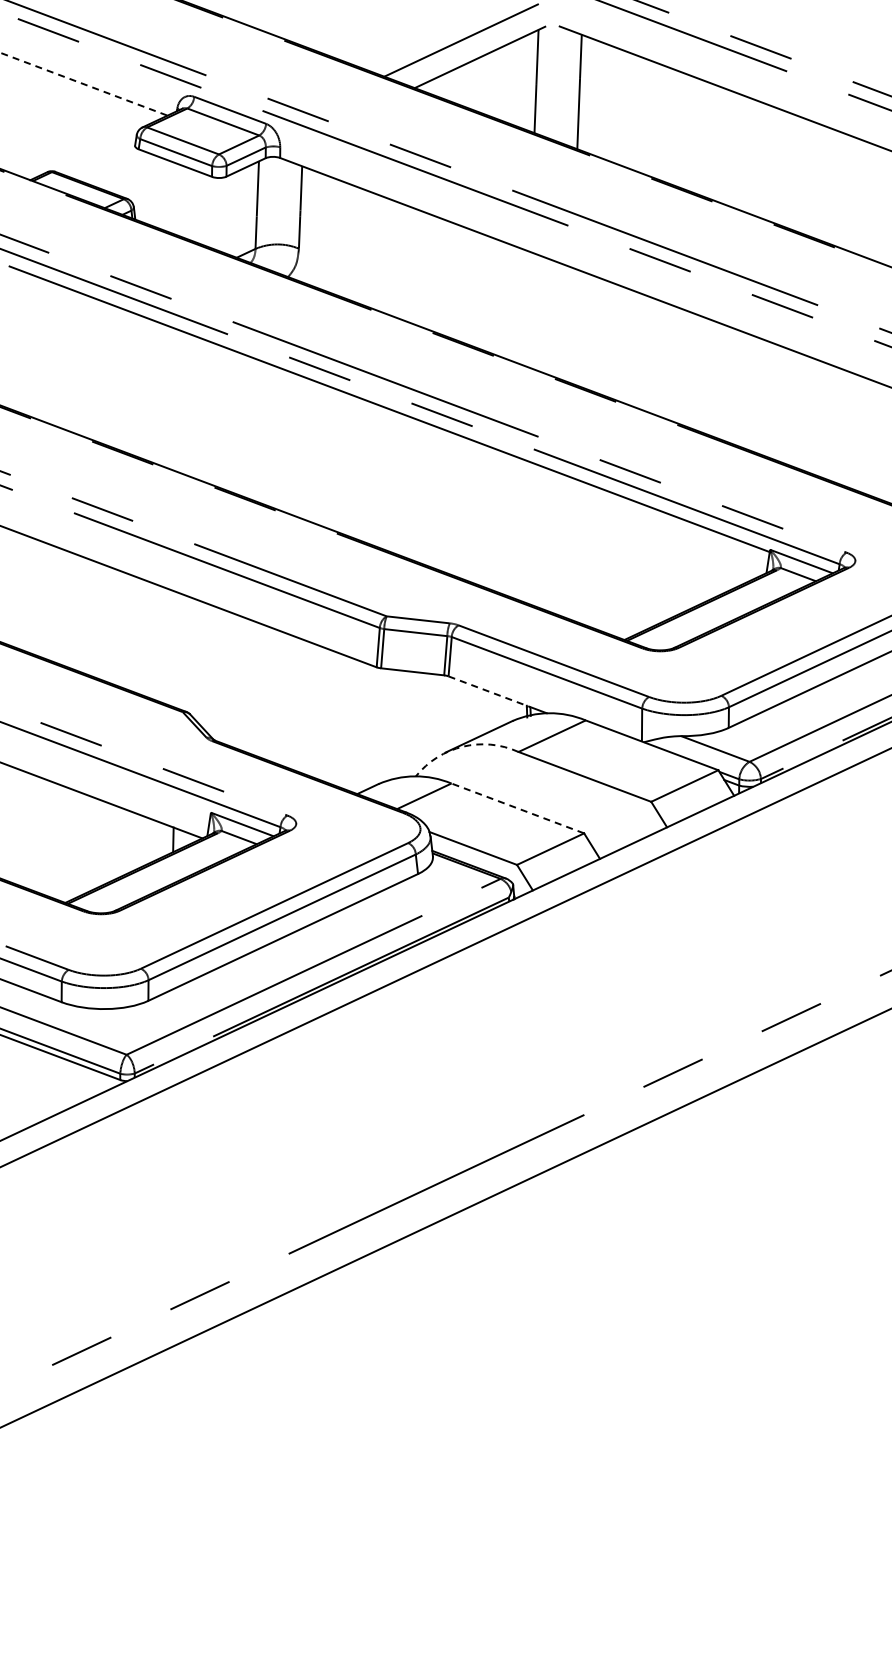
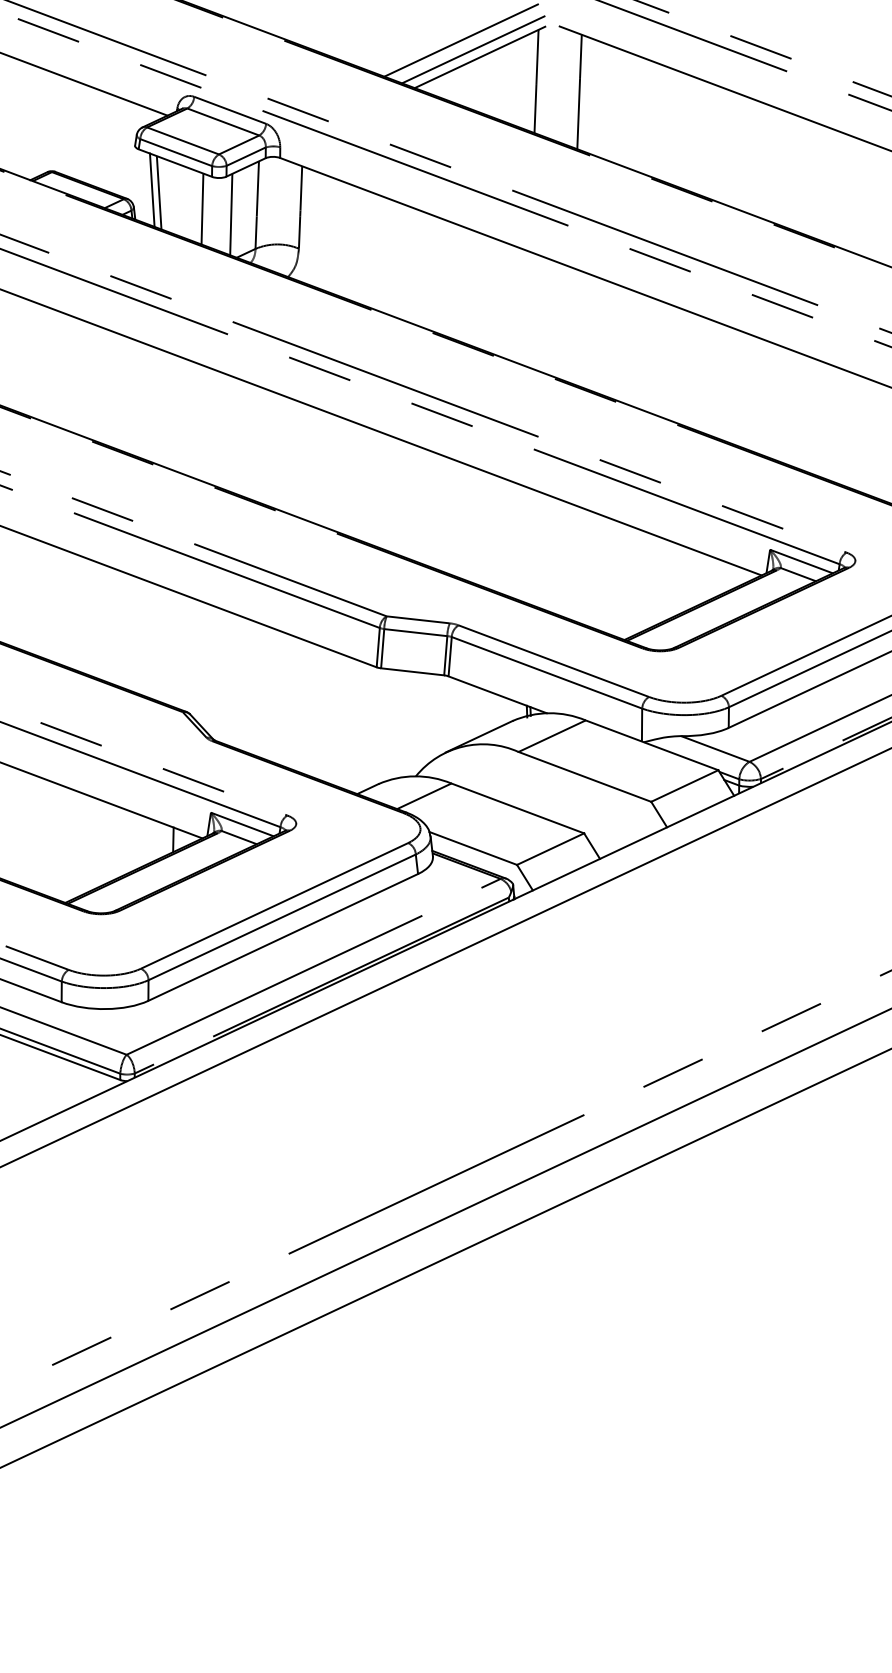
line at (473, 49): none -> present
line at (84, 84): dashed -> solid
line at (151, 189): none -> present
line at (158, 192): none -> present
line at (202, 208): none -> present
line at (231, 214): none -> present
line at (389, 409) position: (389, 409) -> (381, 432)
line at (489, 691): dashed -> solid
arc at (463, 746): dashed -> solid
line at (517, 808): dashed -> solid
line at (445, 1258): none -> present
